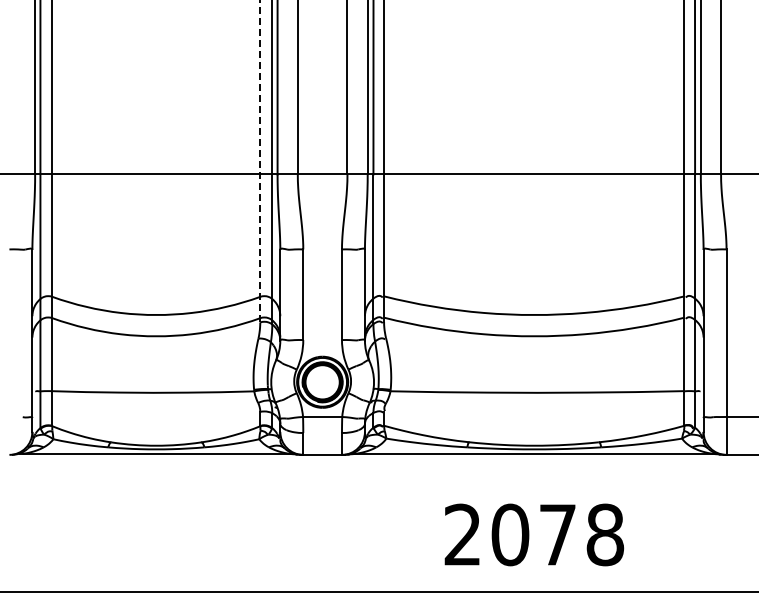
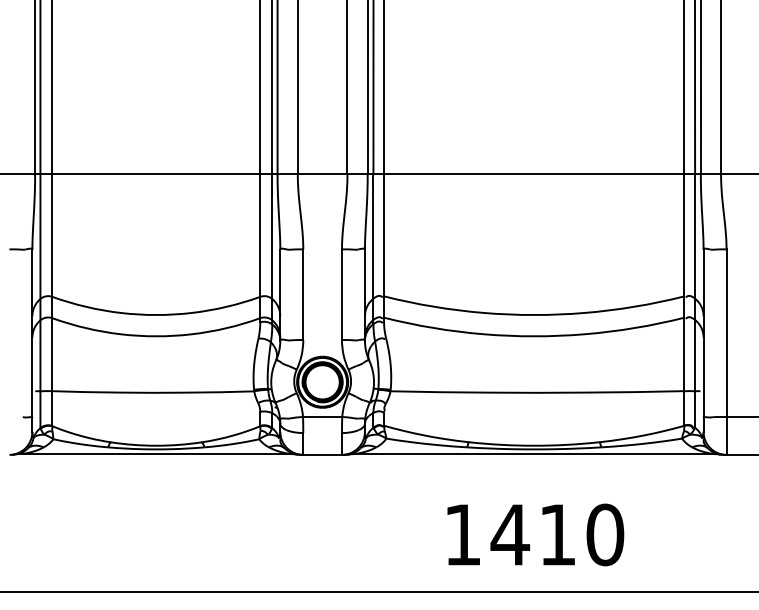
line at (260, 161): dashed -> solid
text at (534, 534): 2078 -> 1410
